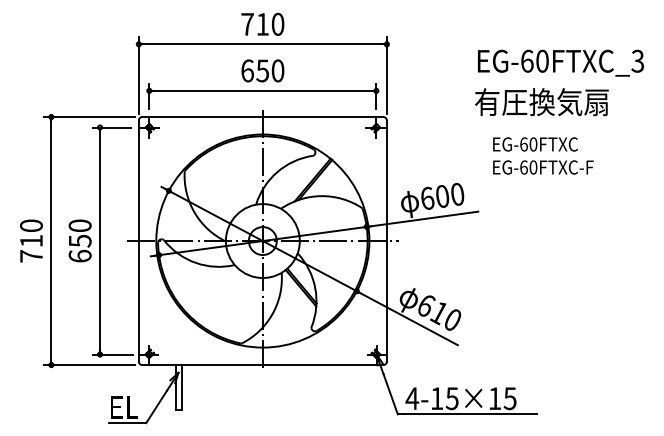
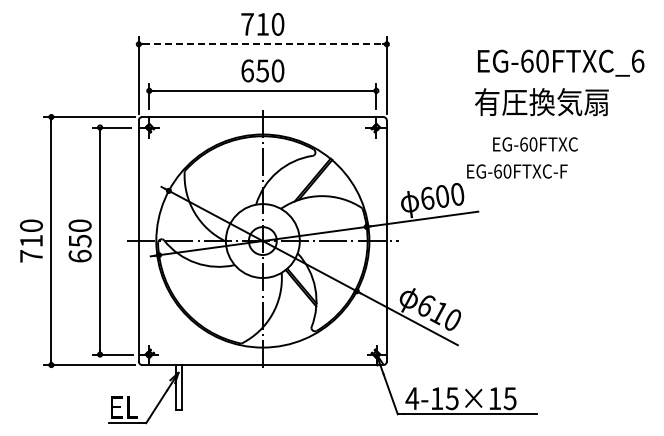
line at (262, 44): solid -> dashed
text at (637, 60): EG-60FTXC_3 -> EG-60FTXC_6
text at (543, 167) position: (543, 167) -> (517, 171)
